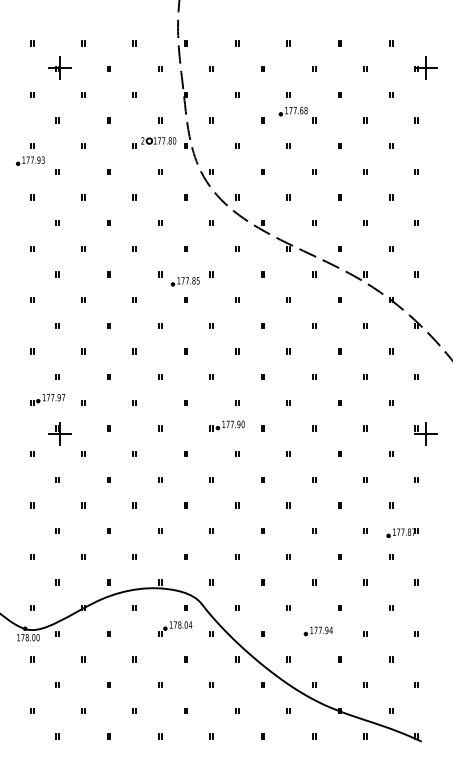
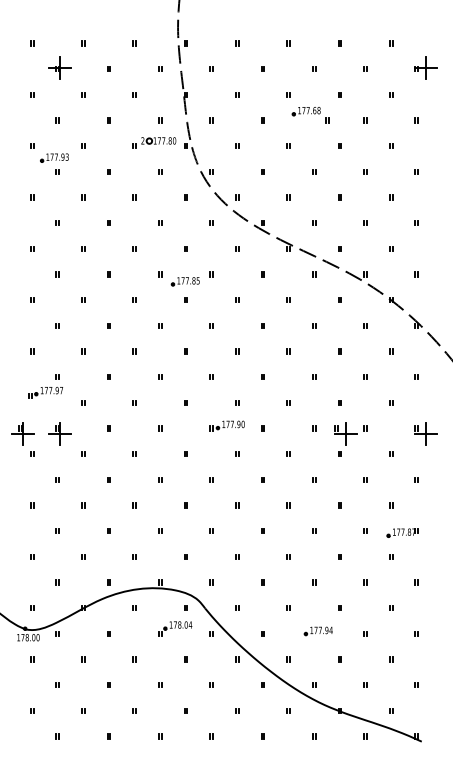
part at (297, 115) position: (297, 115) -> (310, 115)
part at (30, 160) position: (30, 160) -> (54, 157)
part at (47, 399) position: (47, 399) -> (45, 392)
part at (22, 433): none -> present
part at (345, 433): none -> present
